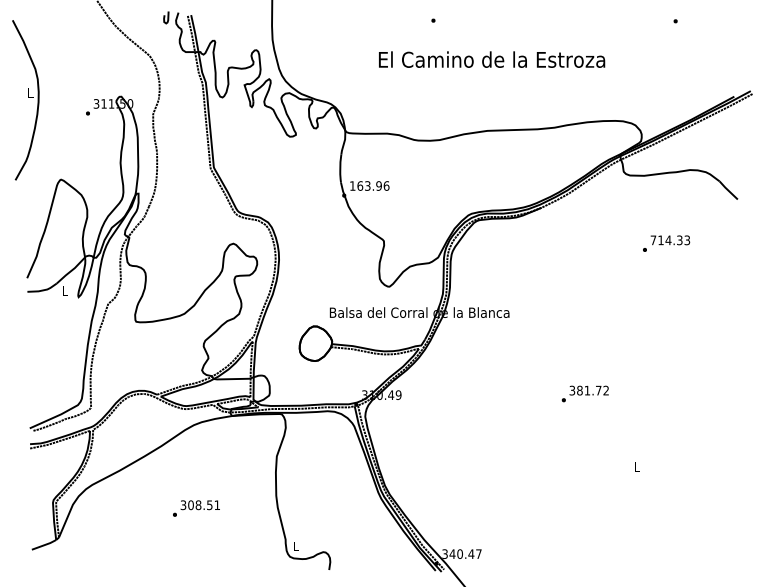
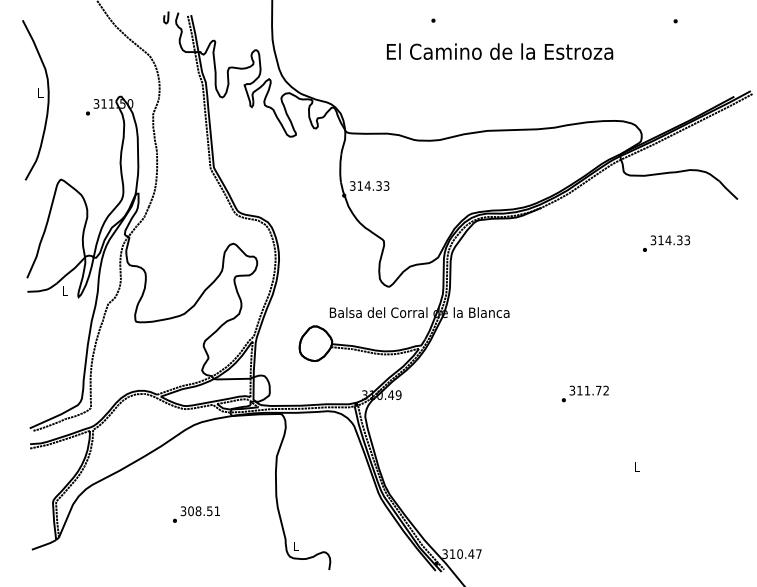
text at (492, 59) position: (492, 59) -> (500, 51)
part at (25, 100) position: (25, 100) -> (35, 100)
text at (369, 185): 163.96 -> 314.33
text at (653, 240): 714.33 -> 314.33
text at (579, 390): 381.72 -> 311.72
text at (196, 508) position: (196, 508) -> (196, 514)
text at (452, 553): 340.47 -> 310.47
